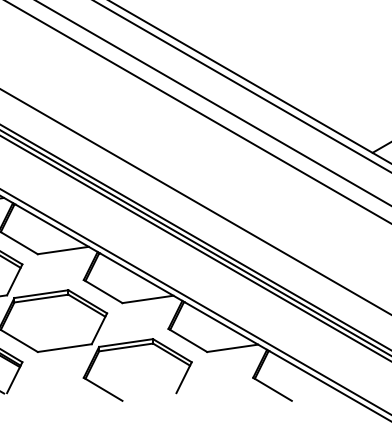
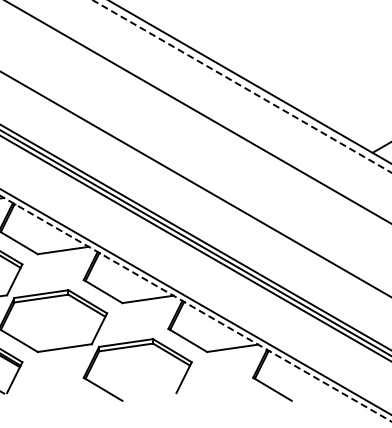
line at (241, 86): solid -> dashed
line at (213, 103): present -> none
line at (195, 201) position: (195, 201) -> (195, 183)
line at (195, 308): solid -> dashed
